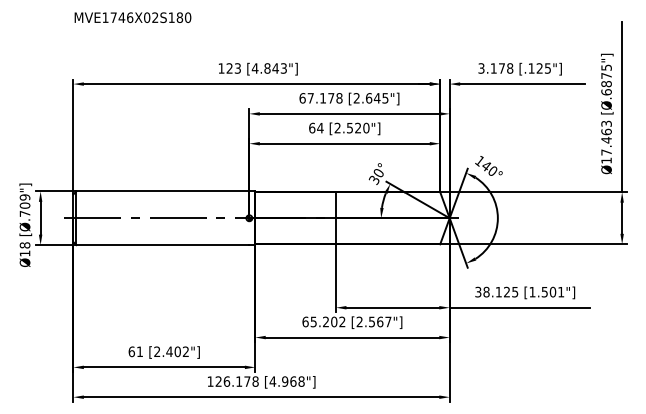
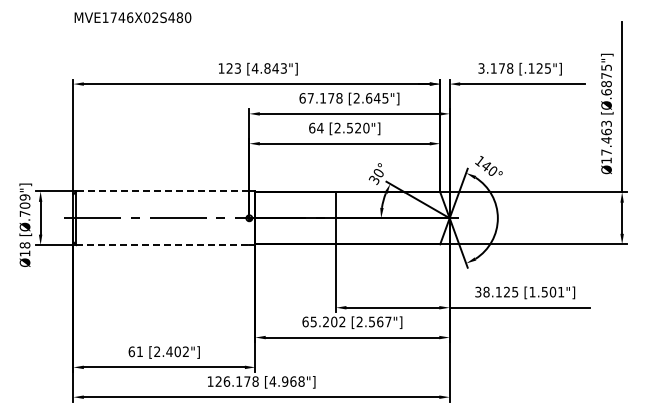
text at (171, 17): MVE1746X02S180 -> MVE1746X02S480
line at (162, 191): solid -> dashed
line at (163, 245): solid -> dashed
